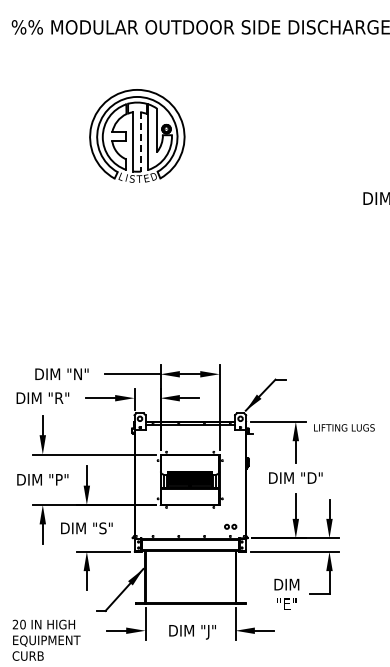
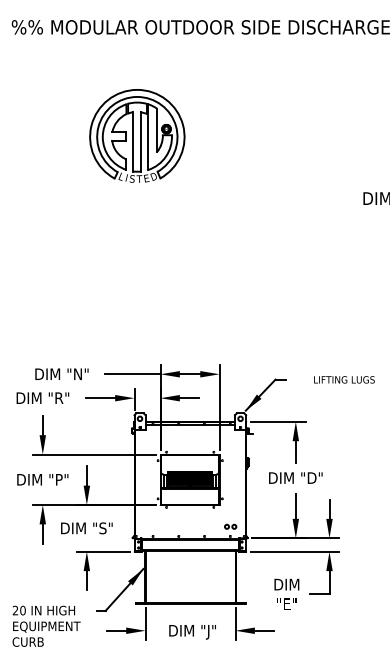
line at (141, 141): dashed -> solid
text at (344, 427) position: (344, 427) -> (344, 379)
text at (46, 639) position: (46, 639) -> (46, 625)
